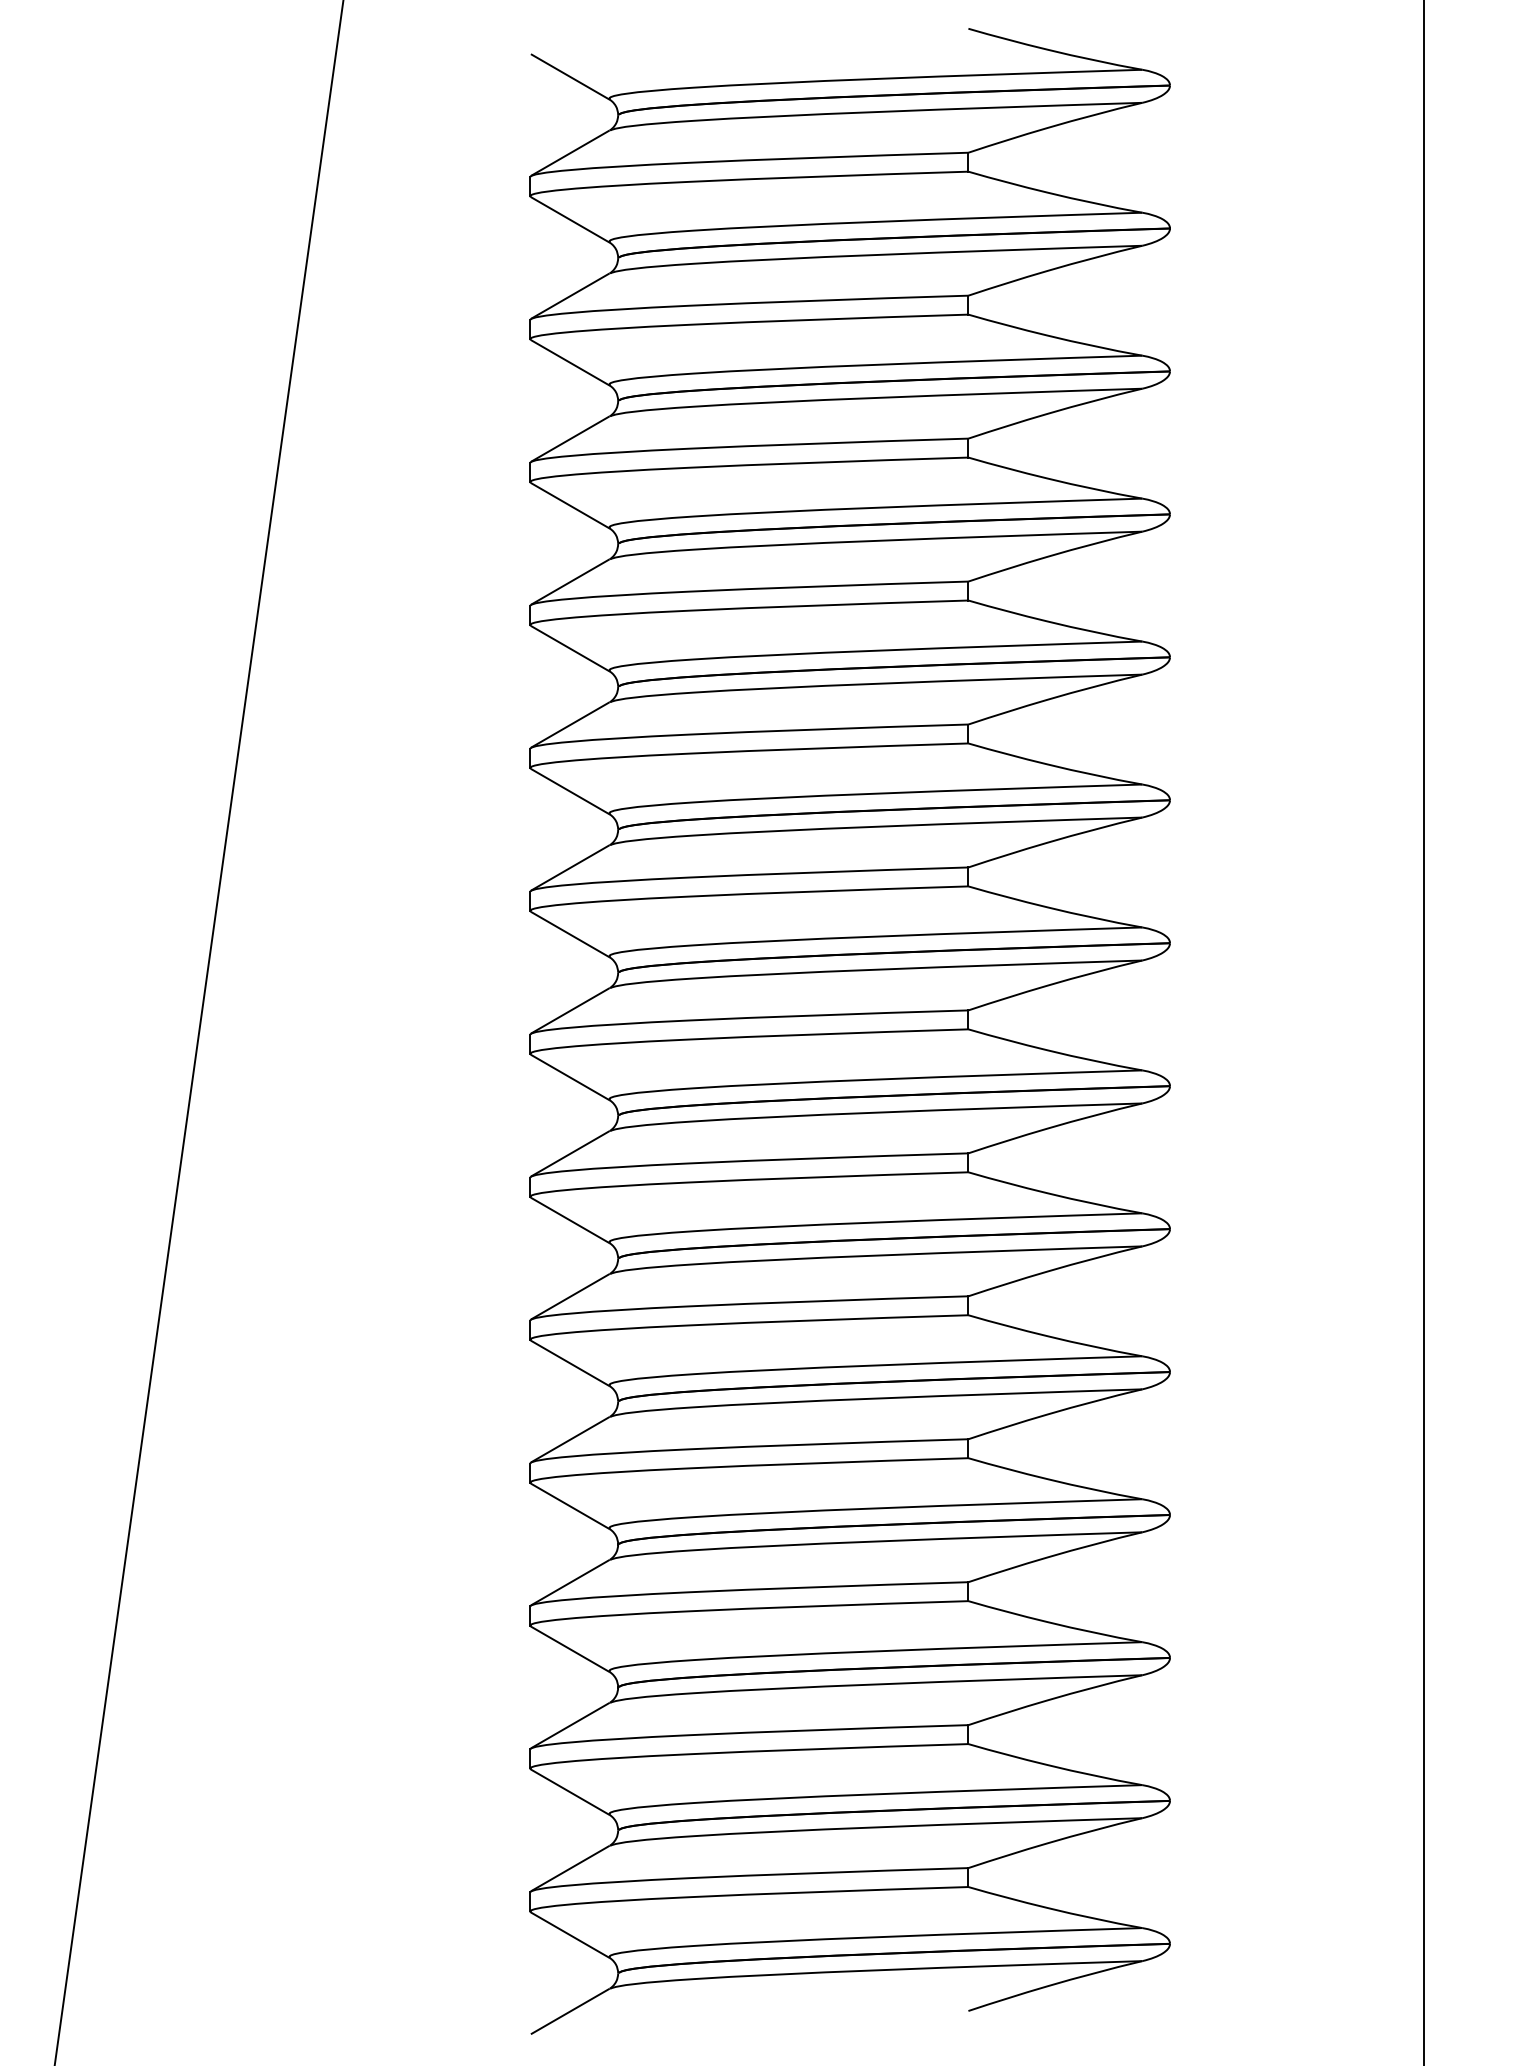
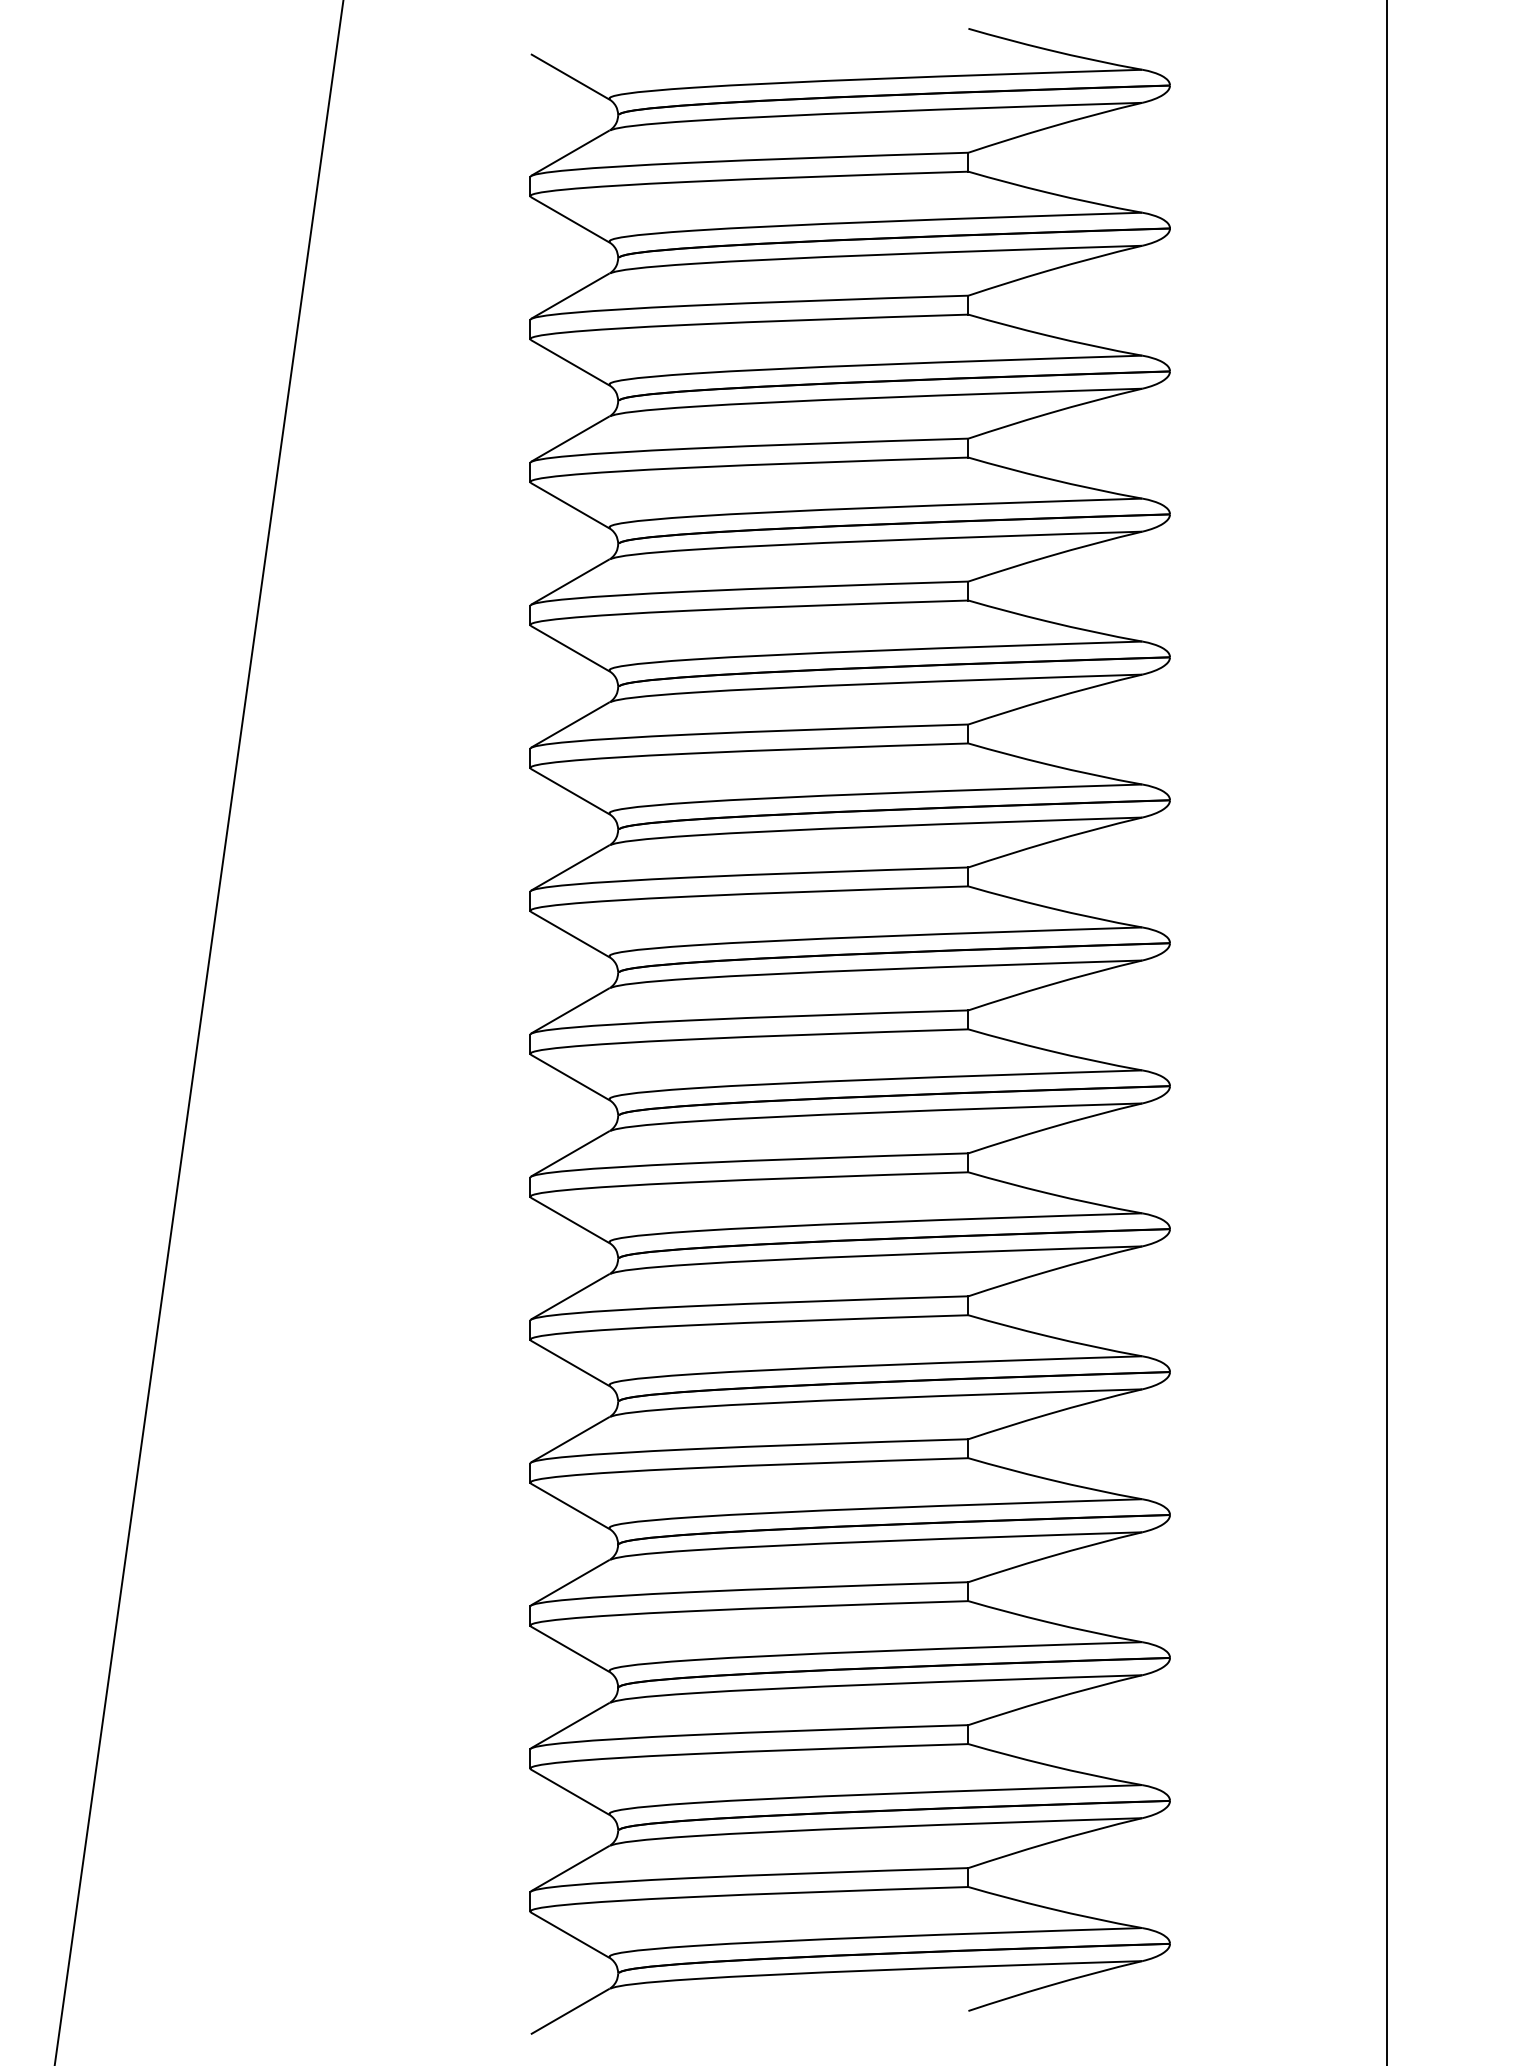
line at (1424, 1032) position: (1424, 1032) -> (1387, 1032)
